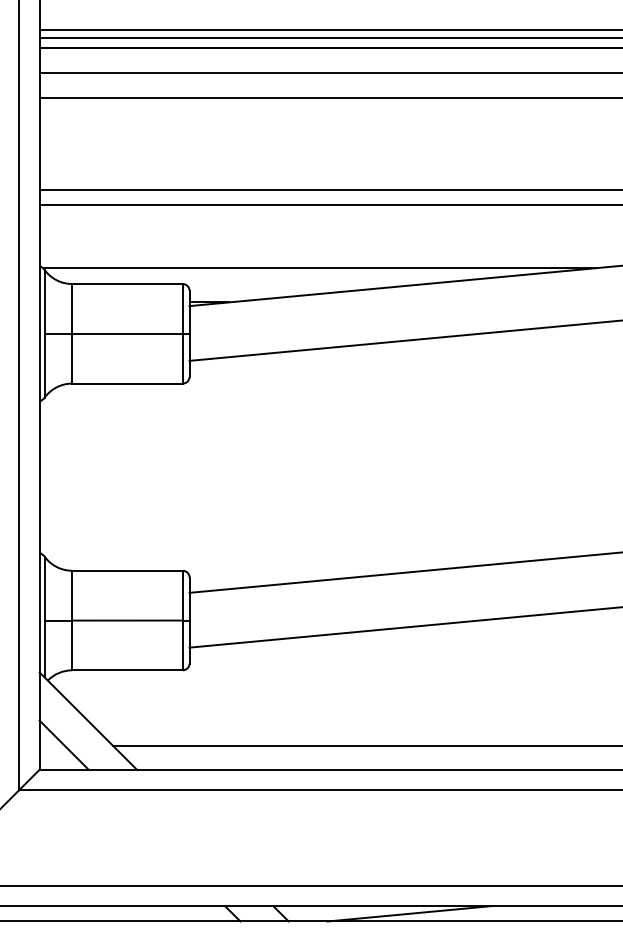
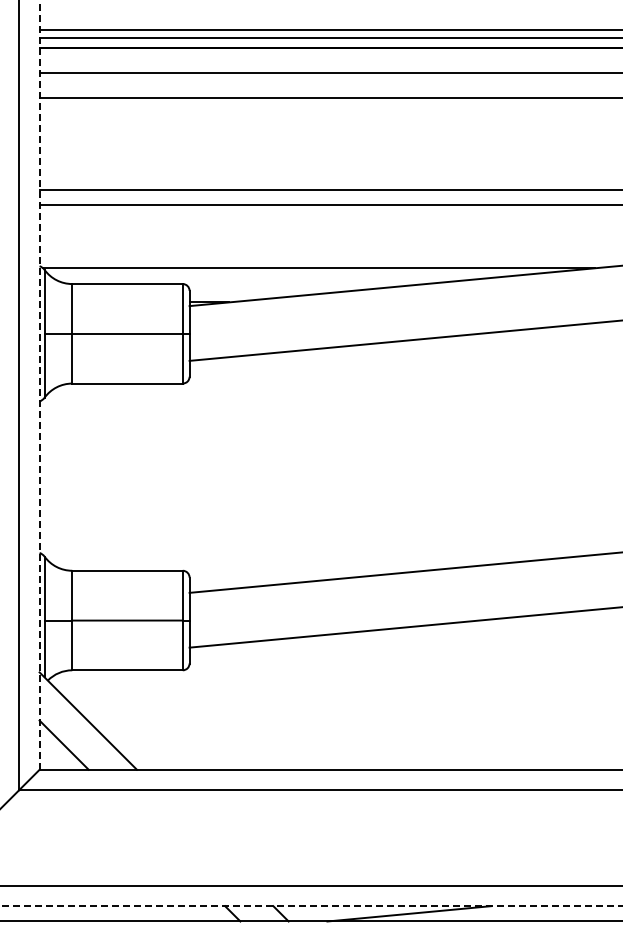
line at (39, 384): solid -> dashed
line at (365, 745): present -> none
line at (311, 906): solid -> dashed
